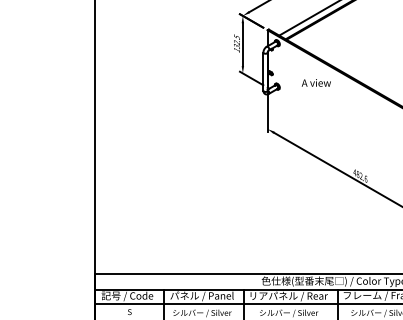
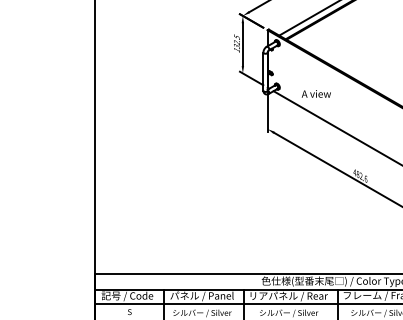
text at (315, 82) position: (315, 82) -> (315, 93)
line at (336, 127): none -> present
